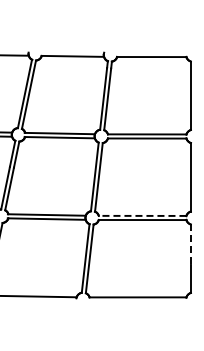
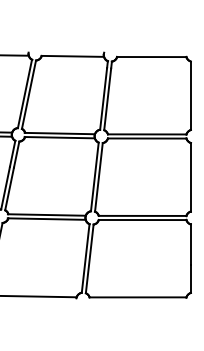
line at (142, 215): dashed -> solid
line at (190, 245): dashed -> solid
